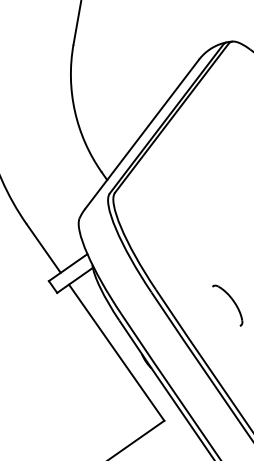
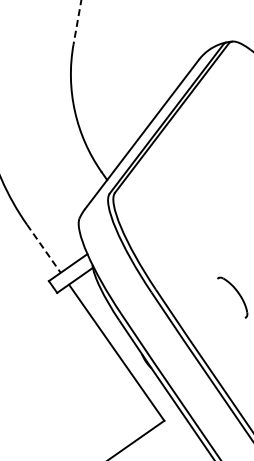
line at (77, 23): solid -> dashed
line at (44, 249): solid -> dashed
part at (232, 301) position: (232, 301) -> (237, 293)
